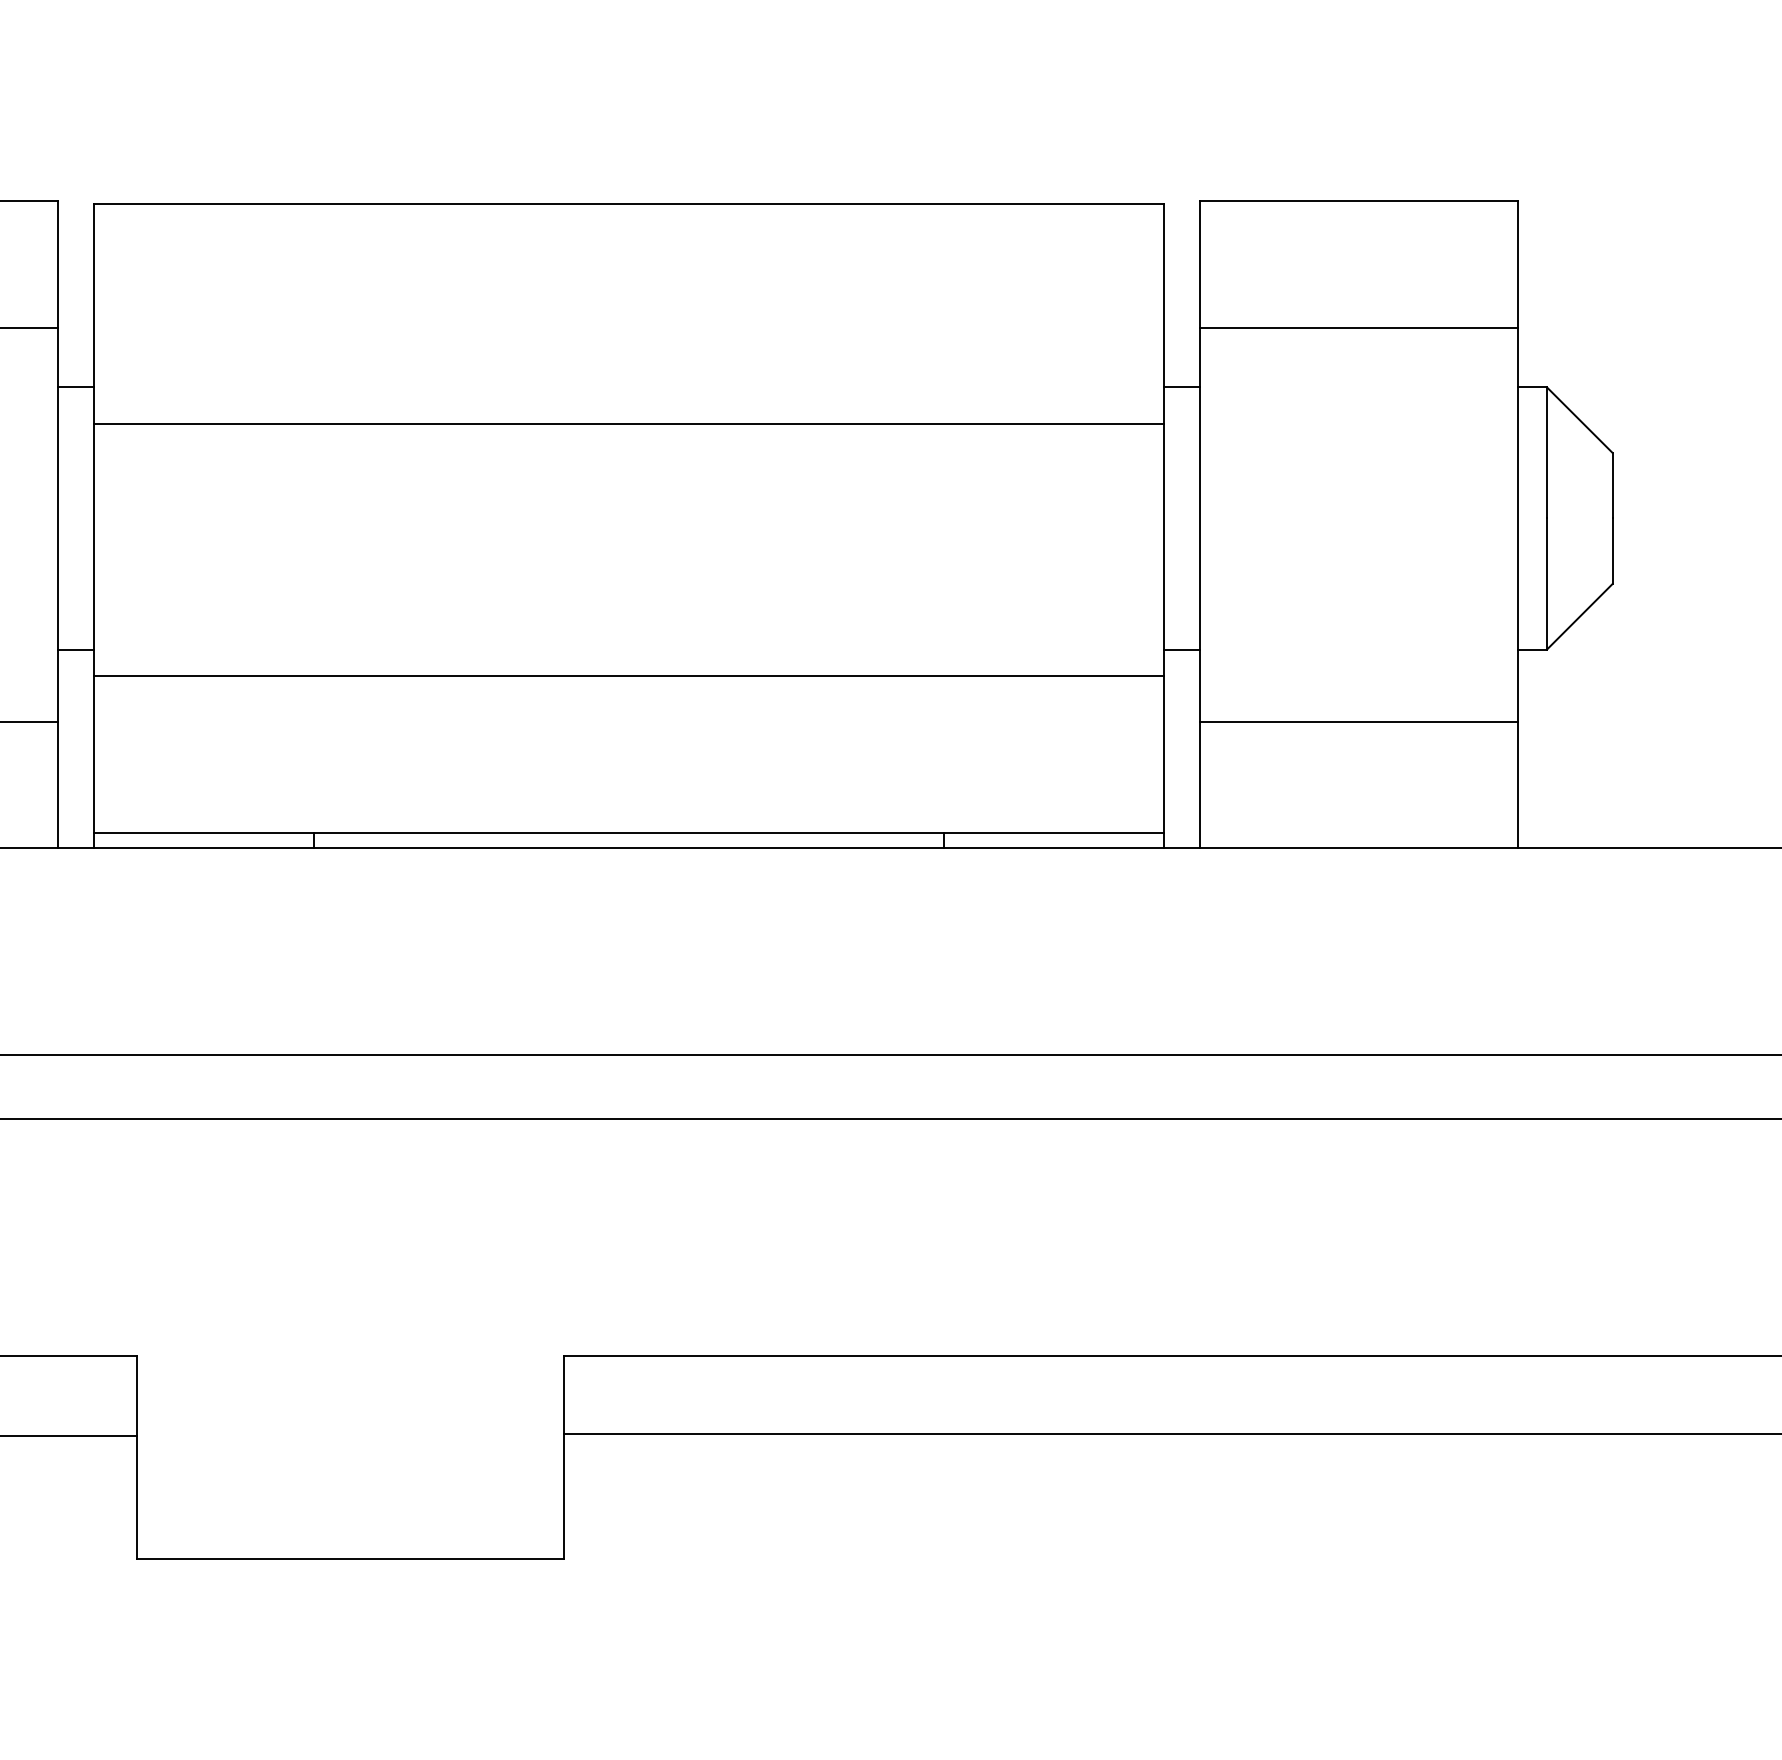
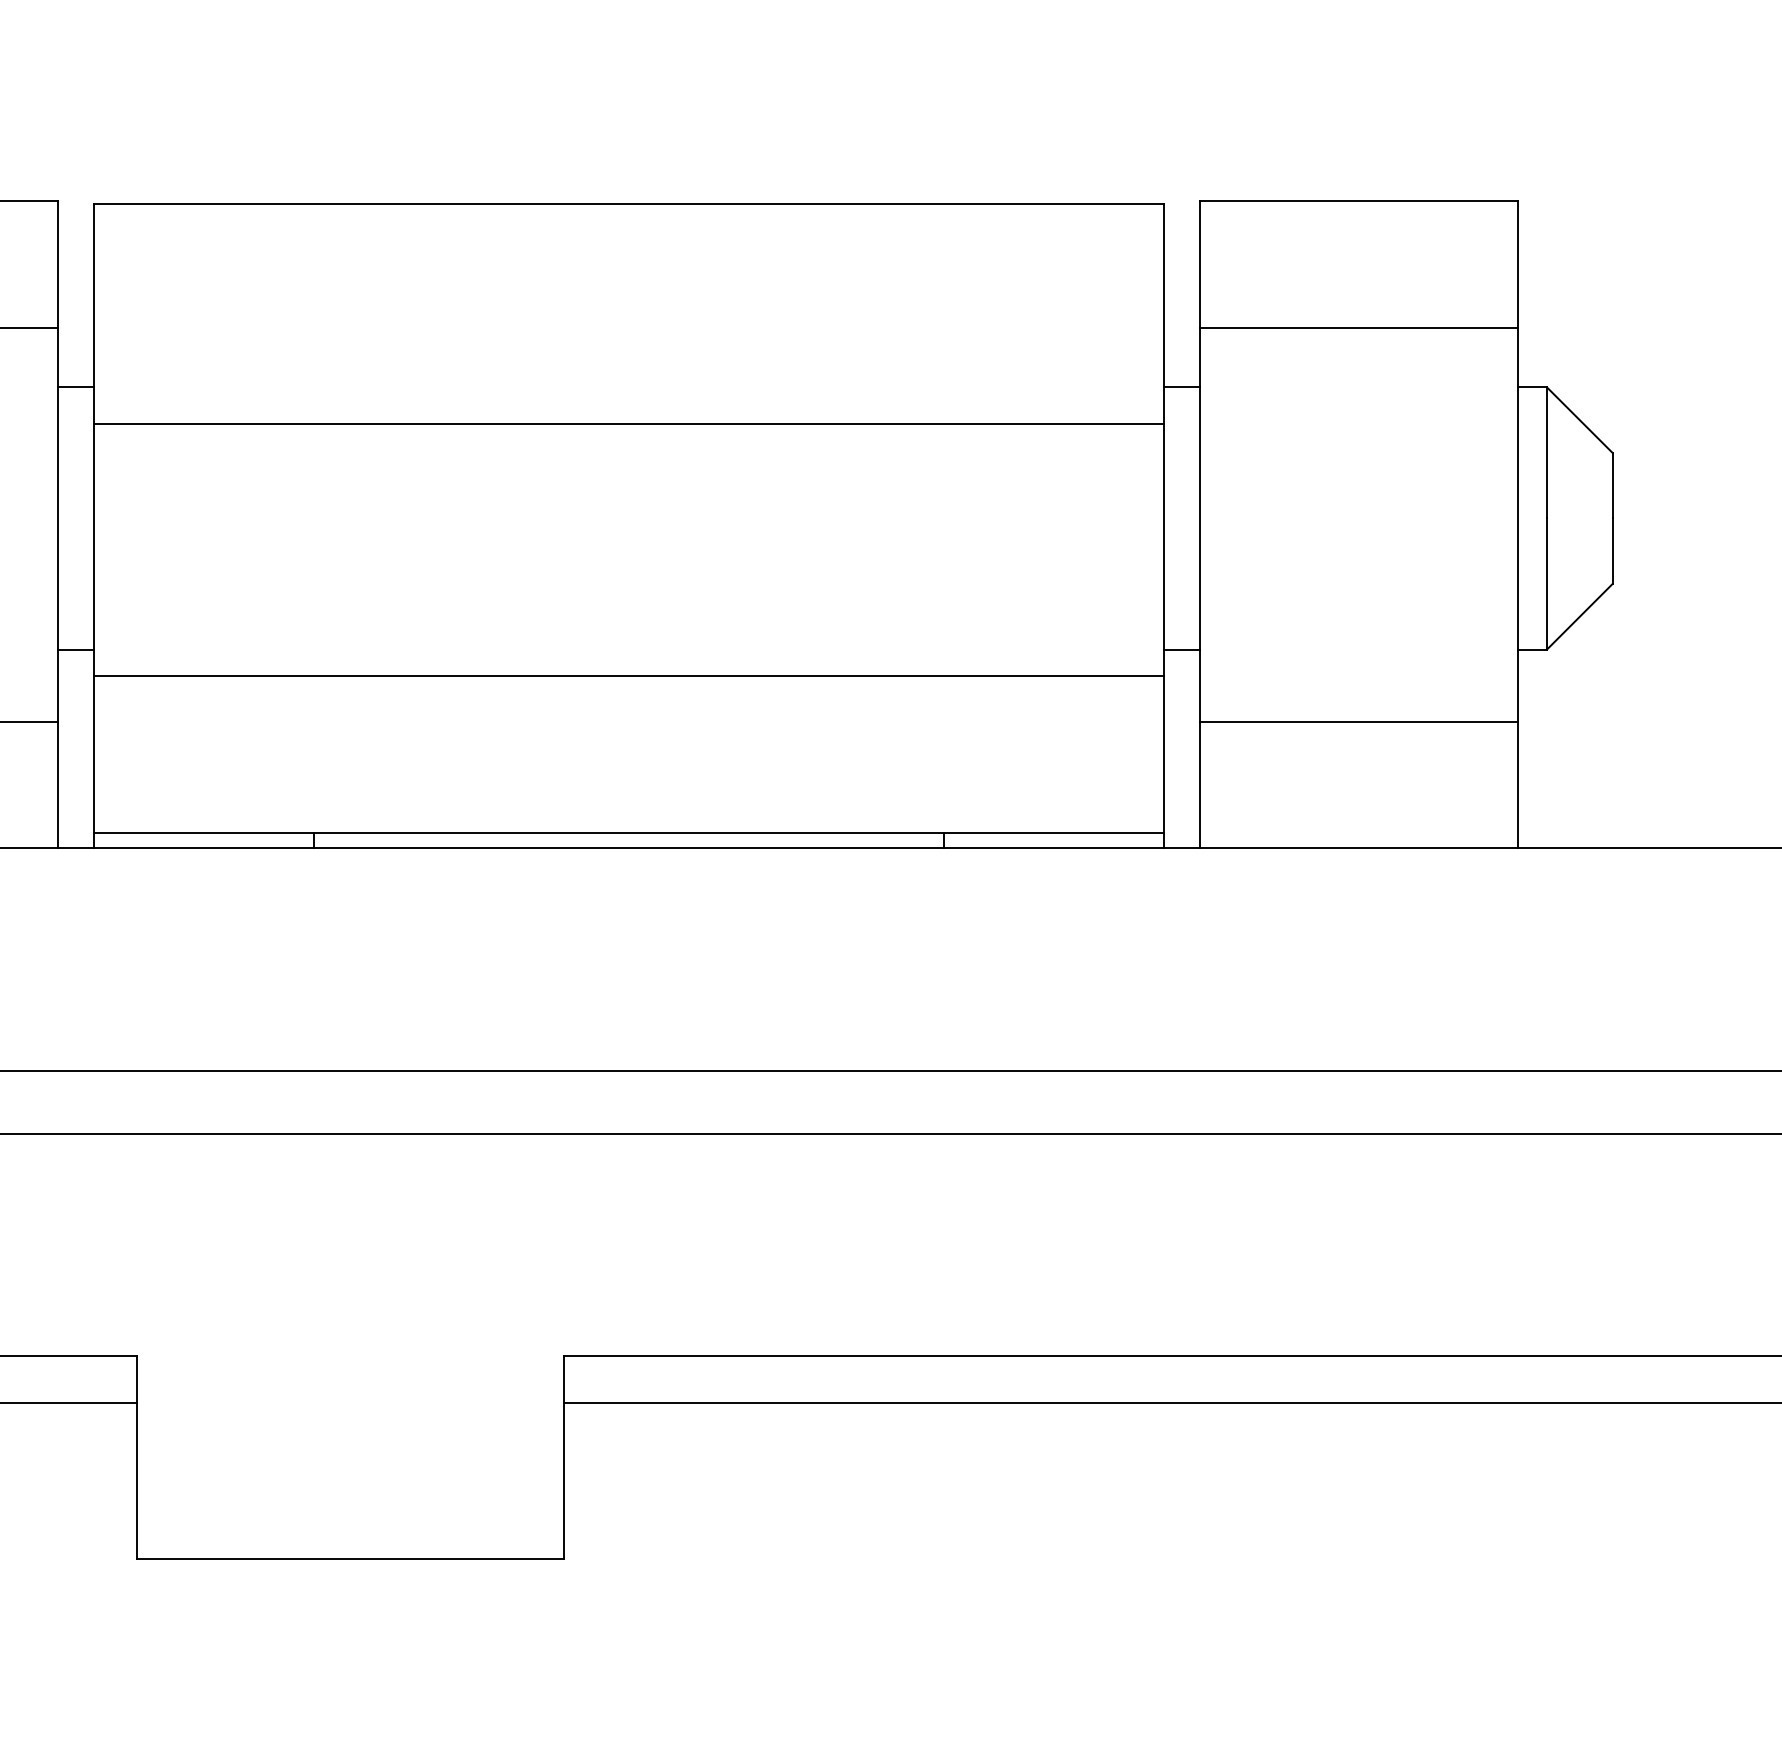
line at (890, 1054) position: (890, 1054) -> (890, 1070)
line at (890, 1119) position: (890, 1119) -> (890, 1134)
line at (1170, 1434) position: (1170, 1434) -> (1170, 1403)
line at (69, 1436) position: (69, 1436) -> (69, 1403)
